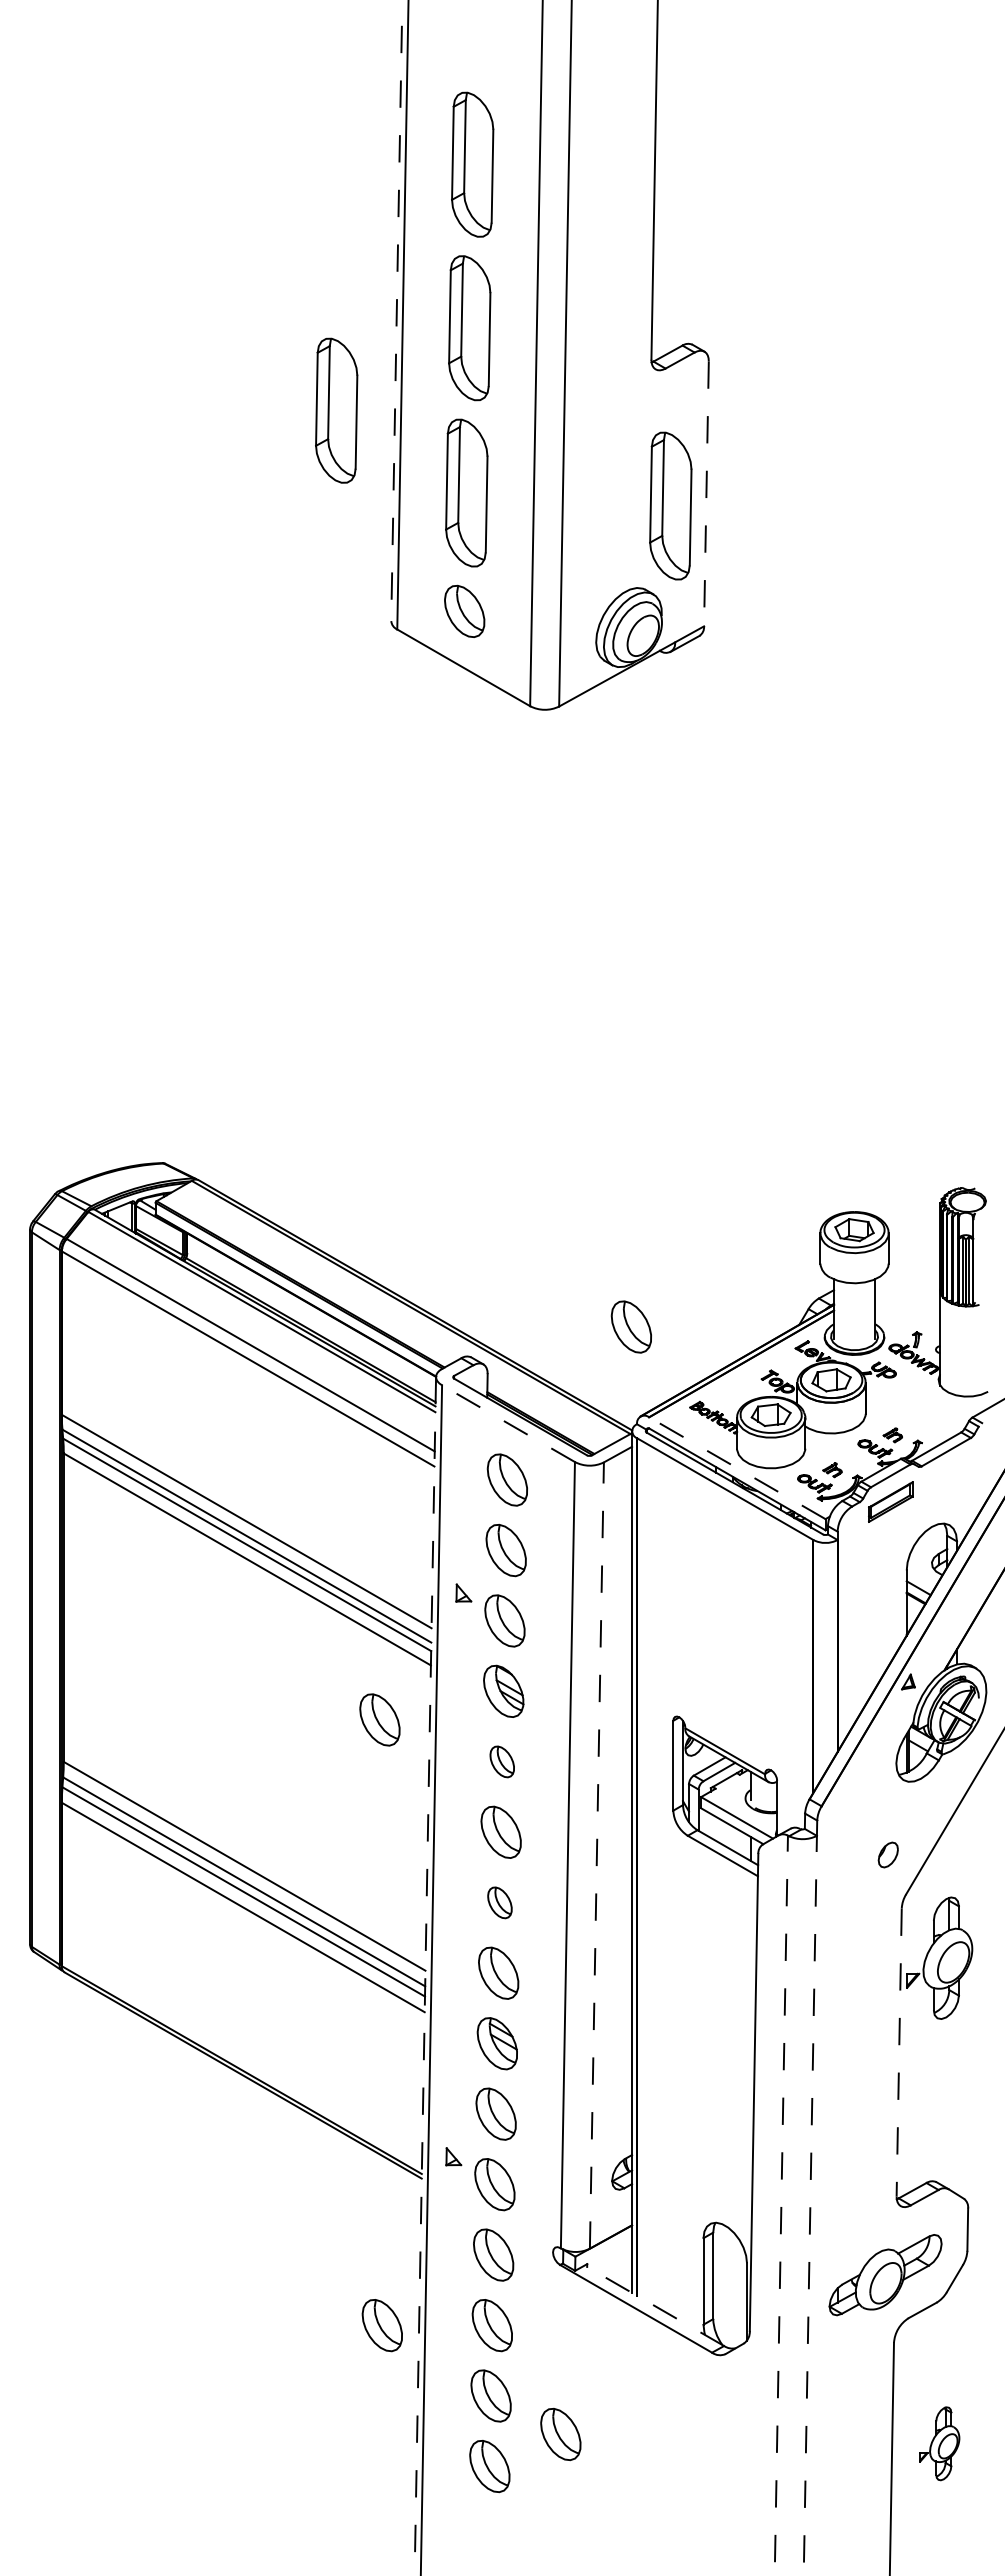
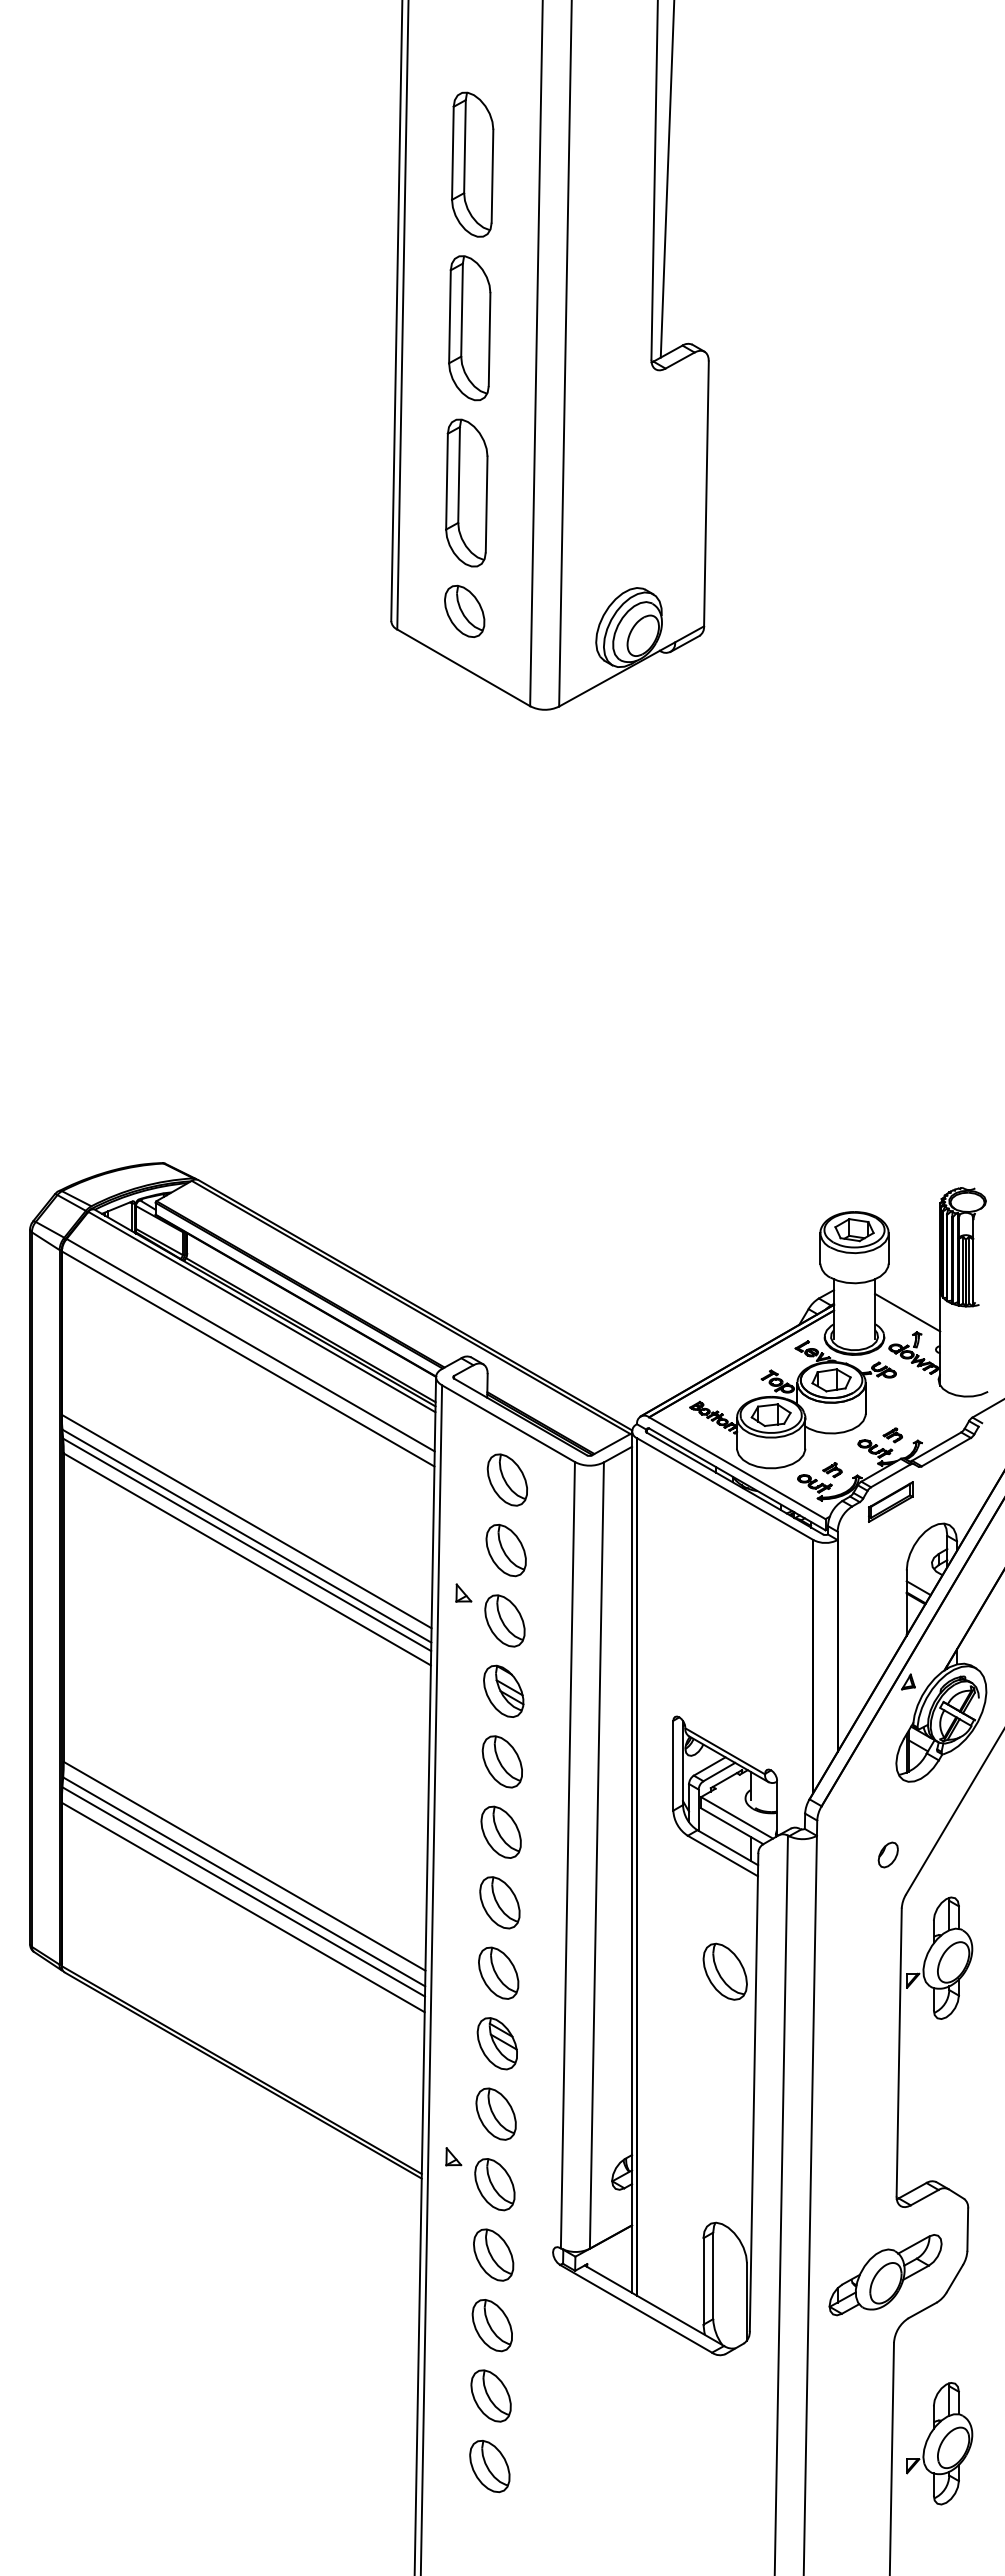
line at (667, 179): none -> present
line at (396, 311): dashed -> solid
part at (336, 410): present -> none
line at (706, 494): dashed -> solid
part at (670, 505): present -> none
line at (907, 1312): none -> present
part at (630, 1326): present -> none
line at (508, 1423): dashed -> solid
line at (737, 1468): dashed -> solid
part at (379, 1719): present -> none
part at (501, 1761) size: 26x34 px -> 42x54 px
line at (596, 1855): dashed -> solid
part at (499, 1902) size: 26x34 px -> 42x54 px
part at (724, 1971): none -> present
line at (425, 1976): dashed -> solid
line at (899, 2052): dashed -> solid
line at (781, 2205): dashed -> solid
line at (810, 2205): dashed -> solid
line at (653, 2305): dashed -> solid
part at (381, 2325): present -> none
part at (560, 2434): present -> none
part at (939, 2443) size: 42x76 px -> 68x124 px
